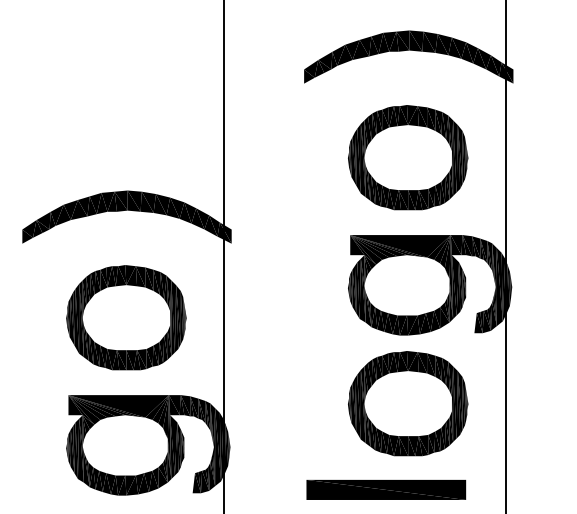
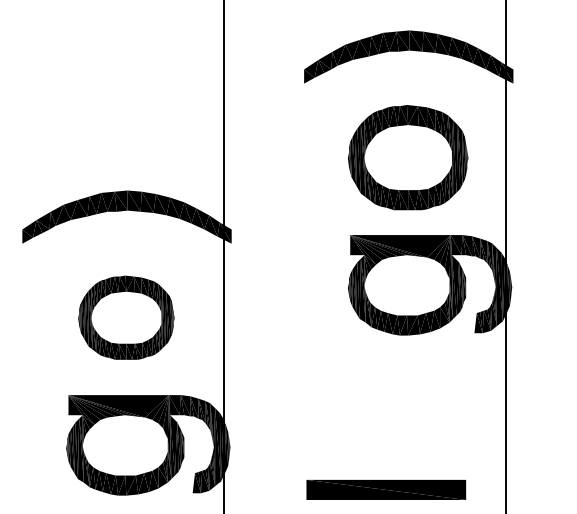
part at (126, 317) size: 121x106 px -> 97x85 px
part at (408, 403): present -> none
